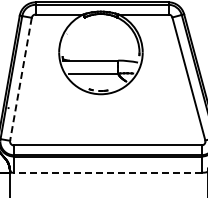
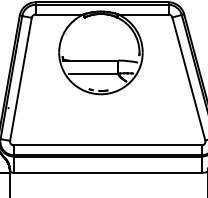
line at (20, 79): dashed -> solid
line at (107, 172): dashed -> solid
